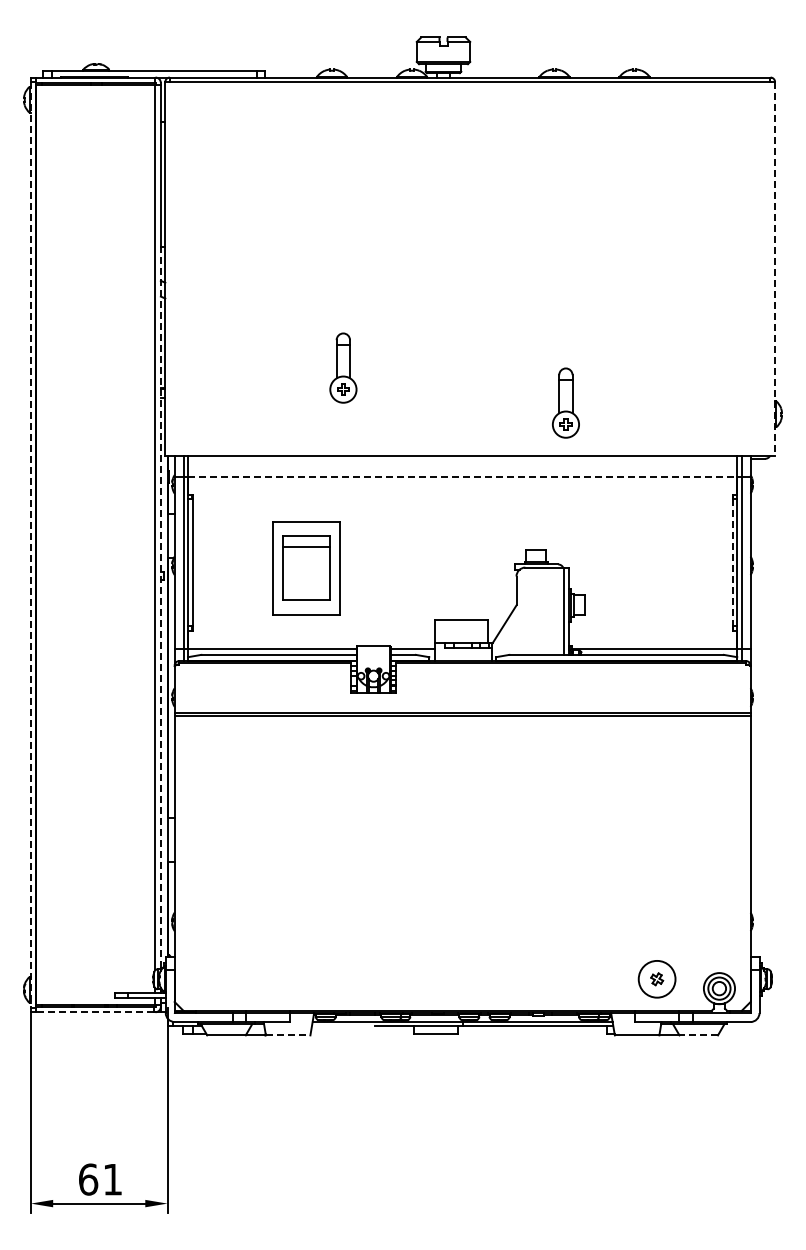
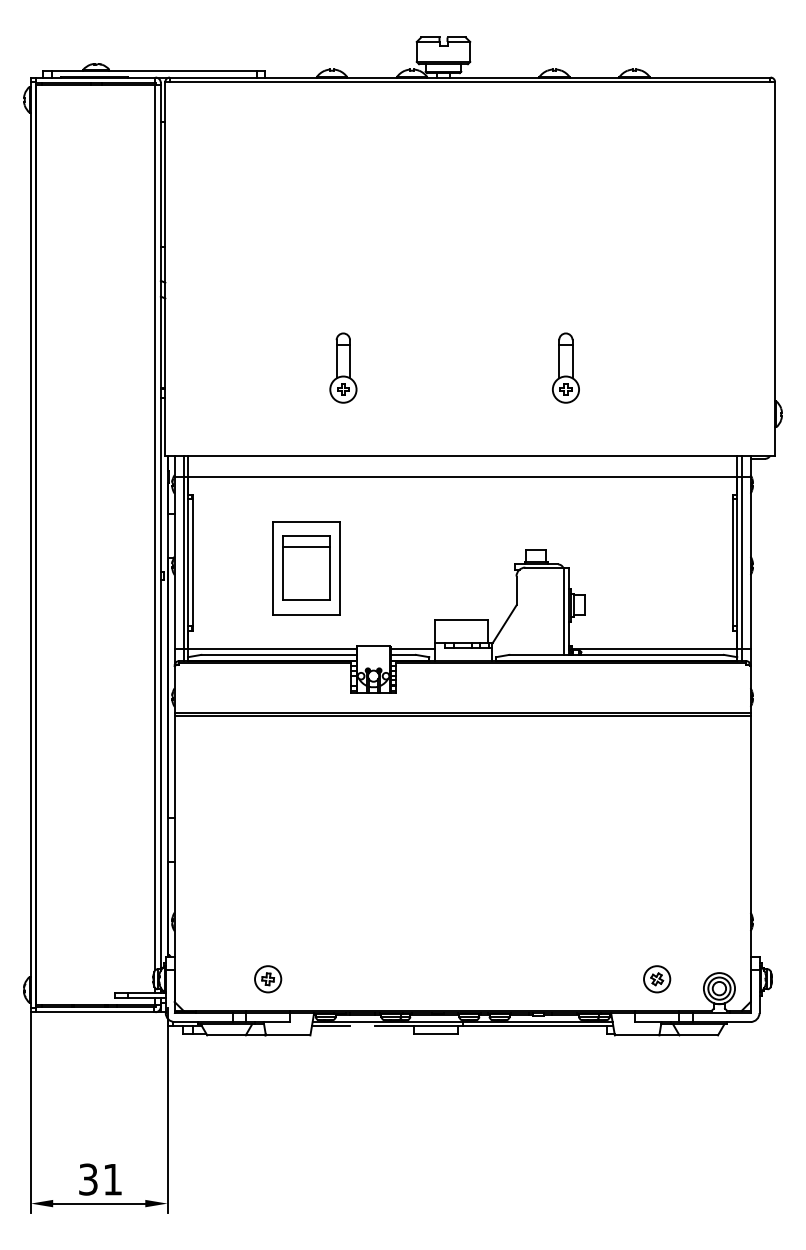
line at (775, 269): dashed -> solid
part at (565, 402) position: (565, 402) -> (565, 367)
line at (462, 476): dashed -> solid
line at (30, 544): dashed -> solid
line at (732, 562): dashed -> solid
line at (160, 607): dashed -> solid
circle at (656, 978) diameter: 37 px -> 26 px
part at (268, 979): none -> present
line at (95, 1012): dashed -> solid
line at (330, 1026): none -> present
line at (288, 1035): dashed -> solid
line at (698, 1035): dashed -> solid
text at (88, 1179): 61 -> 31
